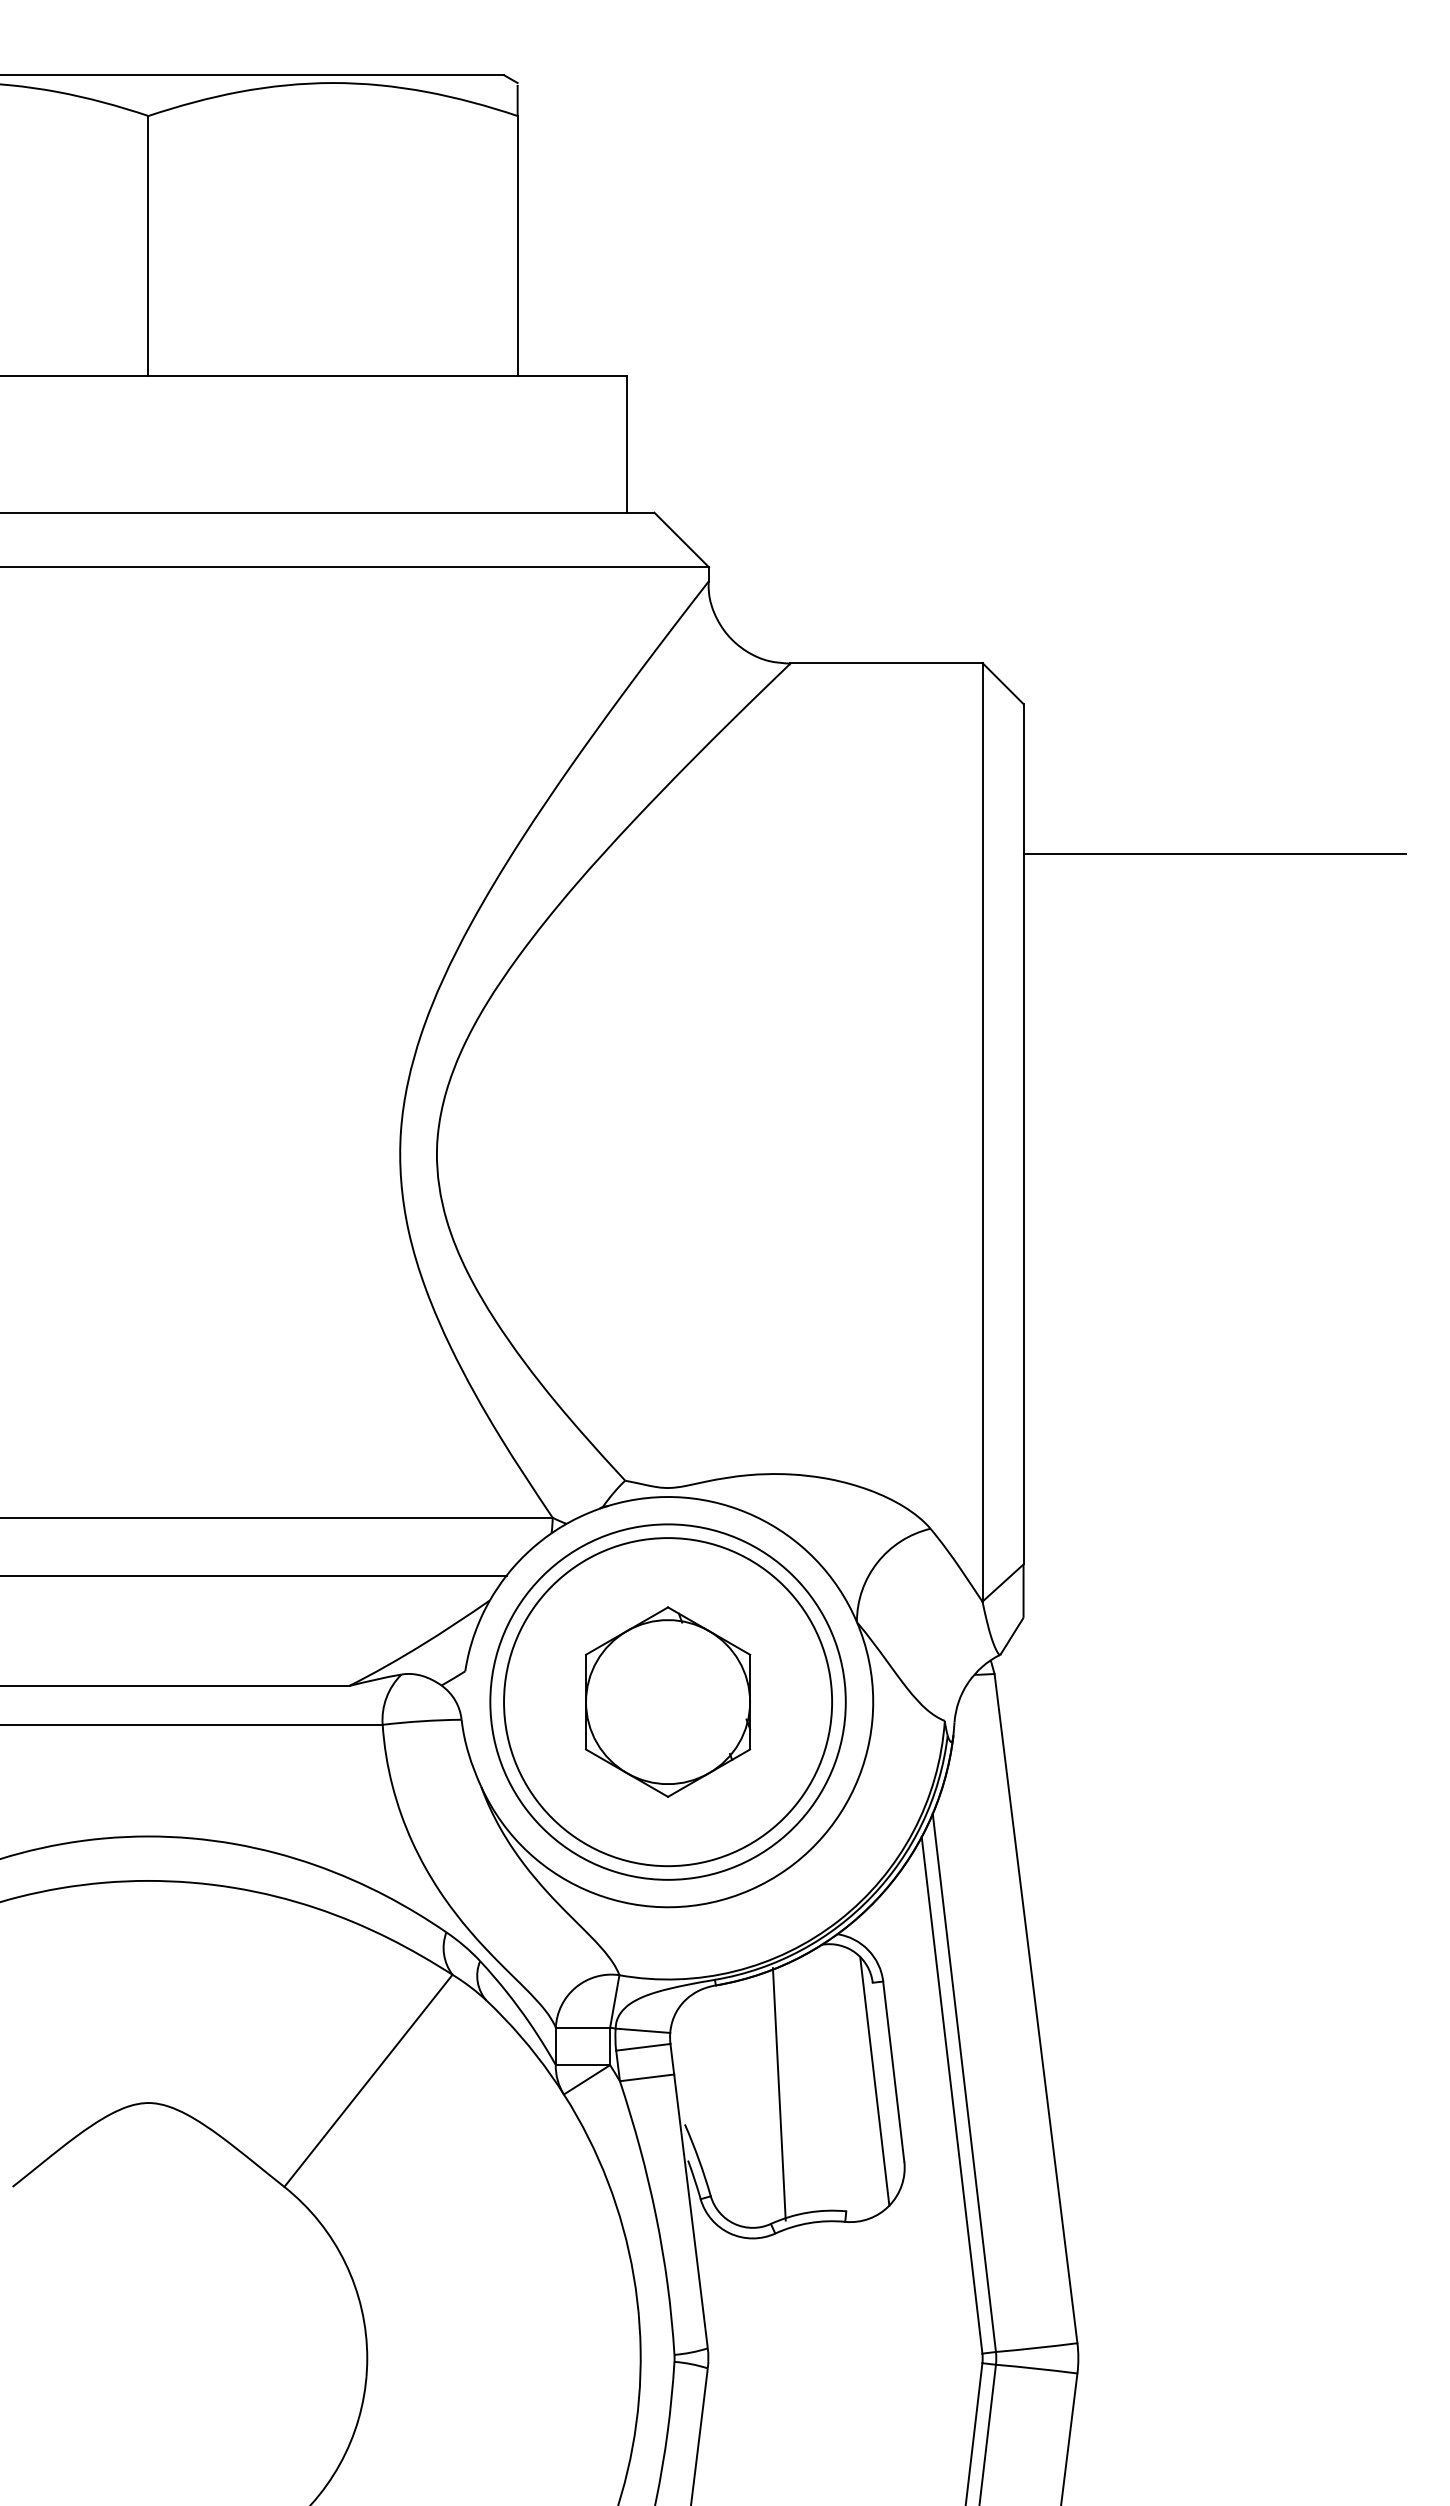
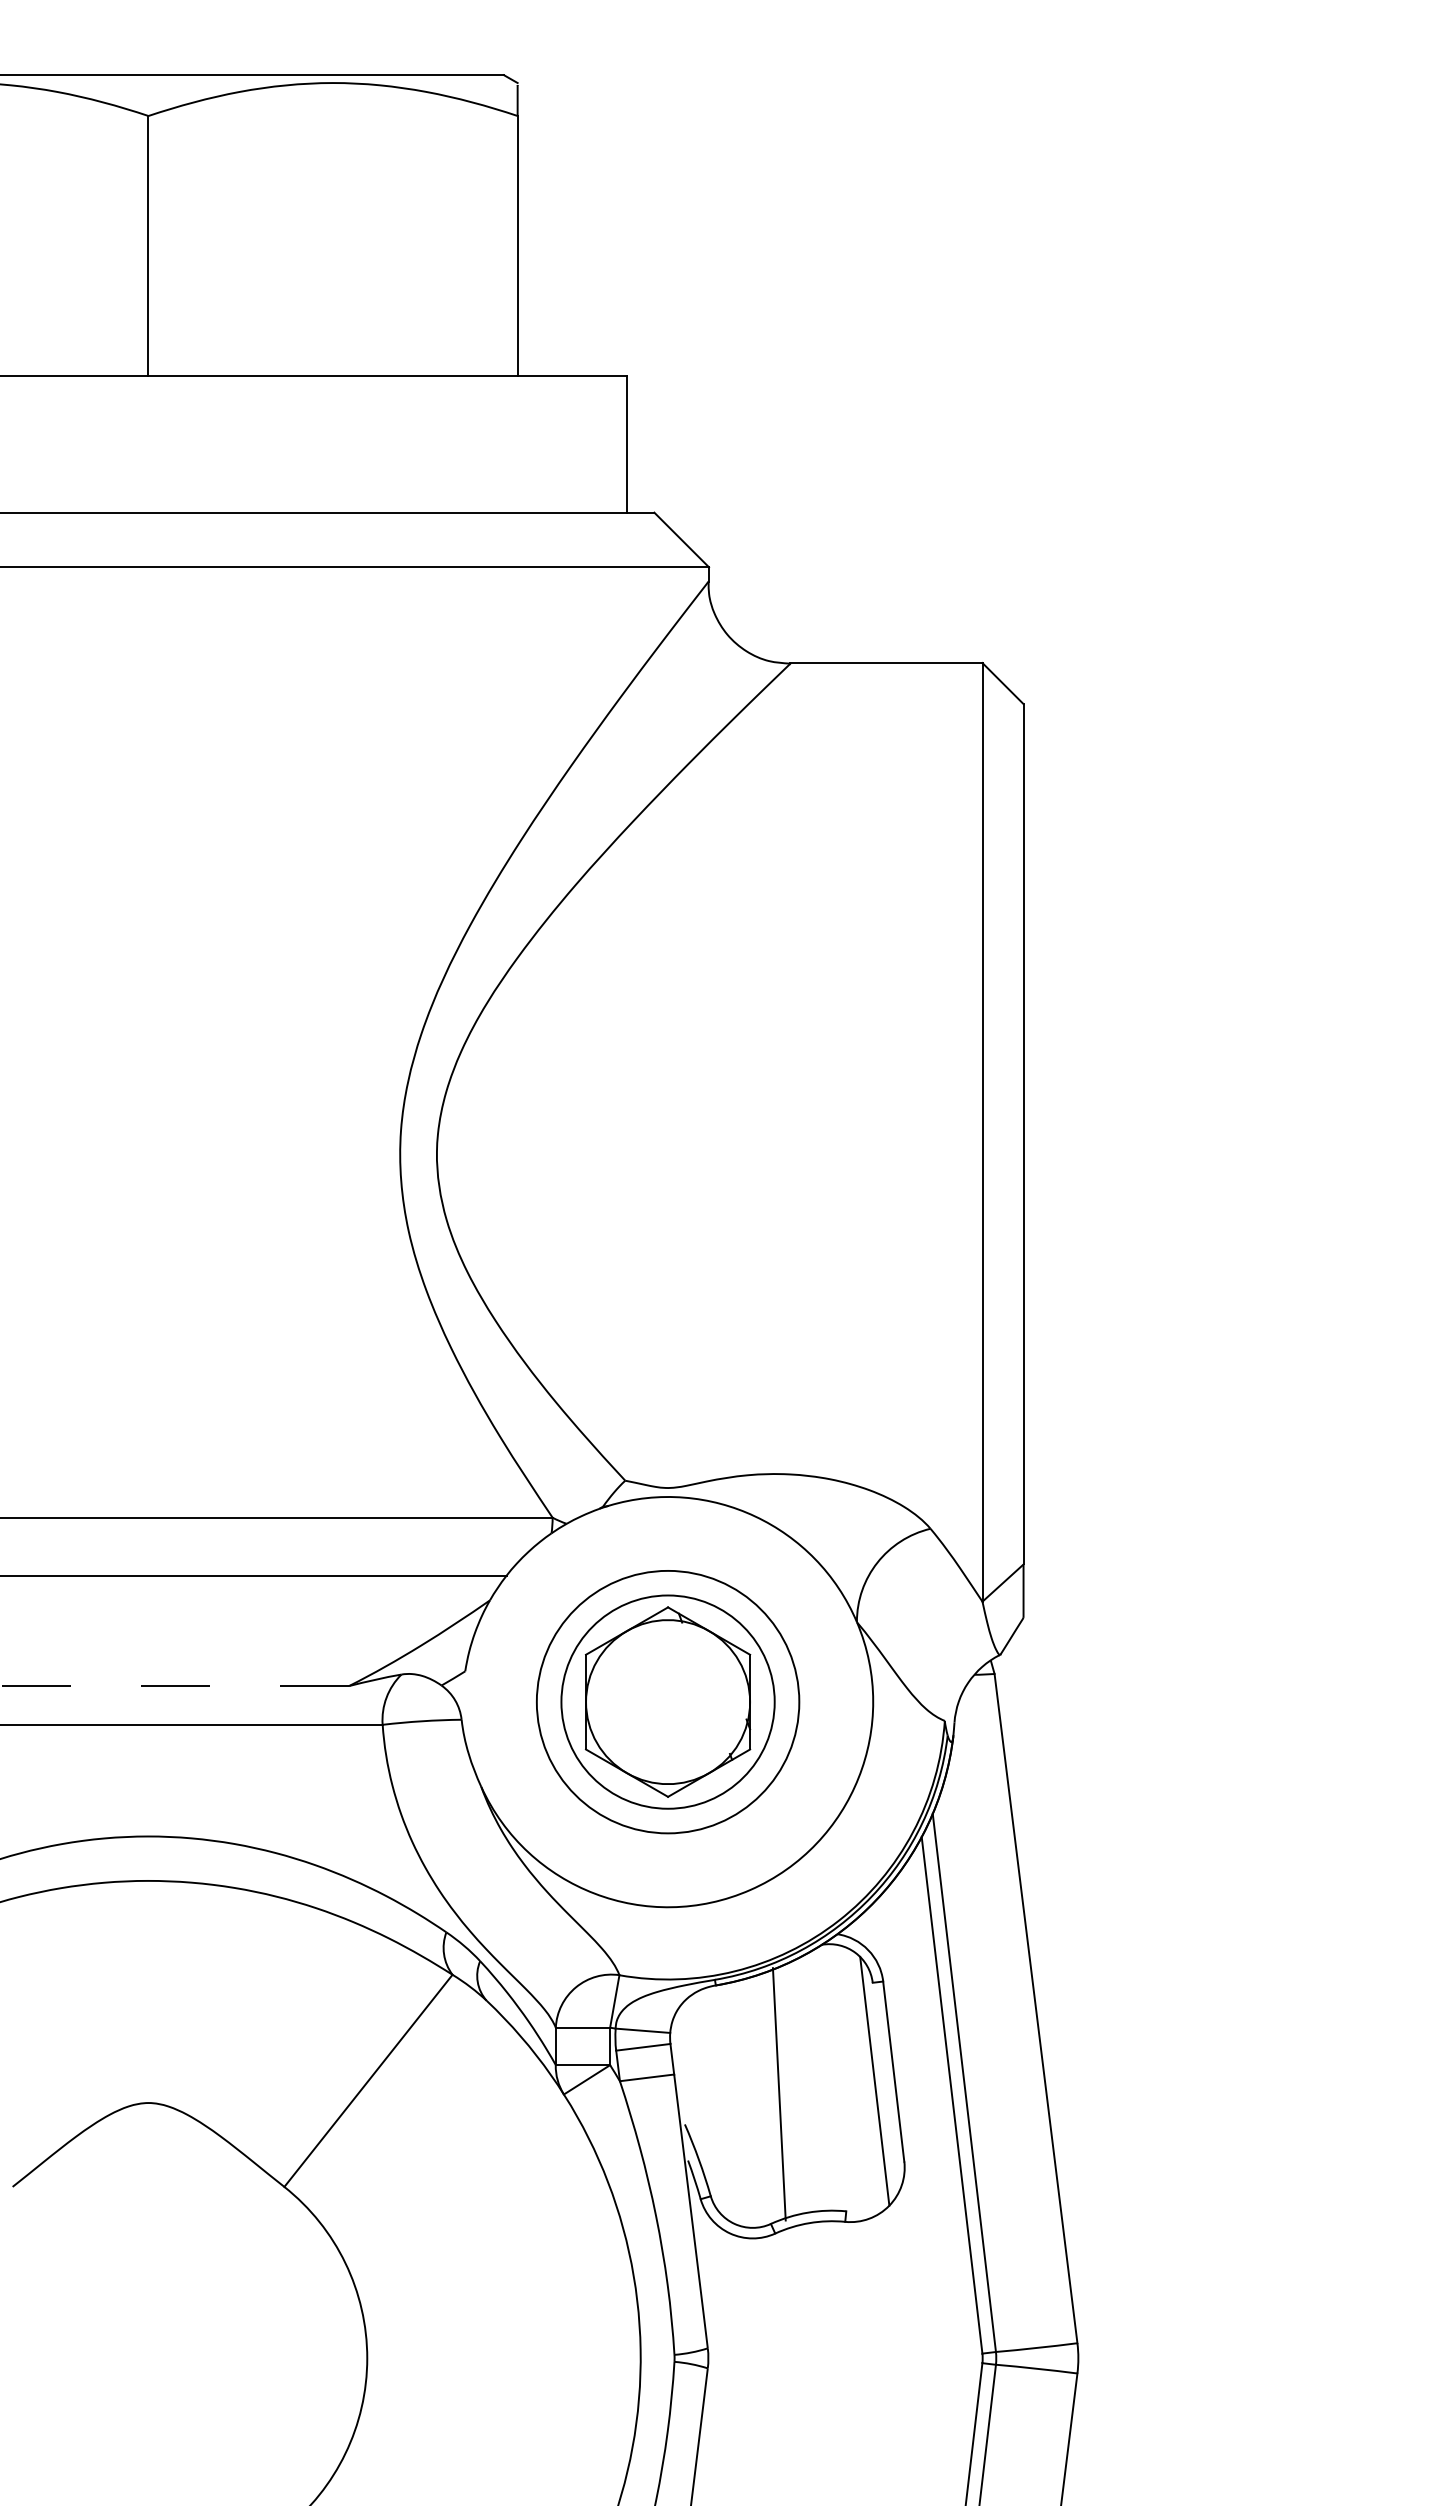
line at (1214, 854): present -> none
line at (174, 1686): solid -> dashed
circle at (667, 1701) diameter: 355 px -> 213 px
circle at (668, 1702) diameter: 328 px -> 262 px
